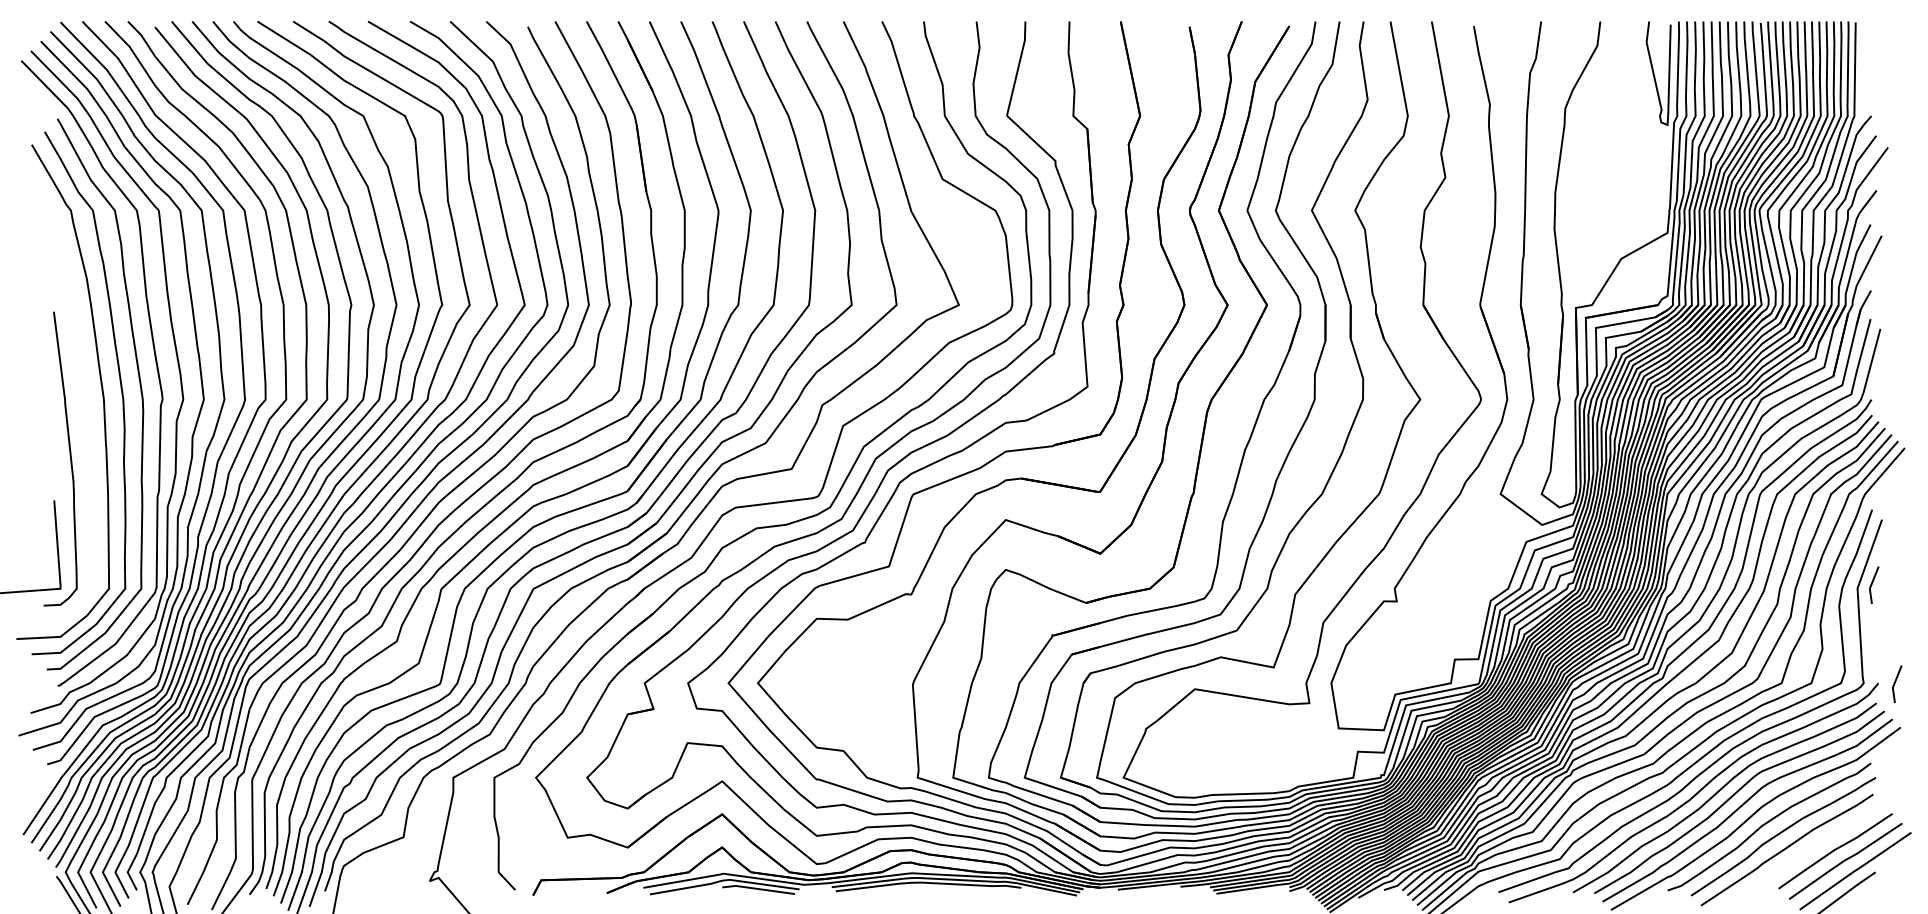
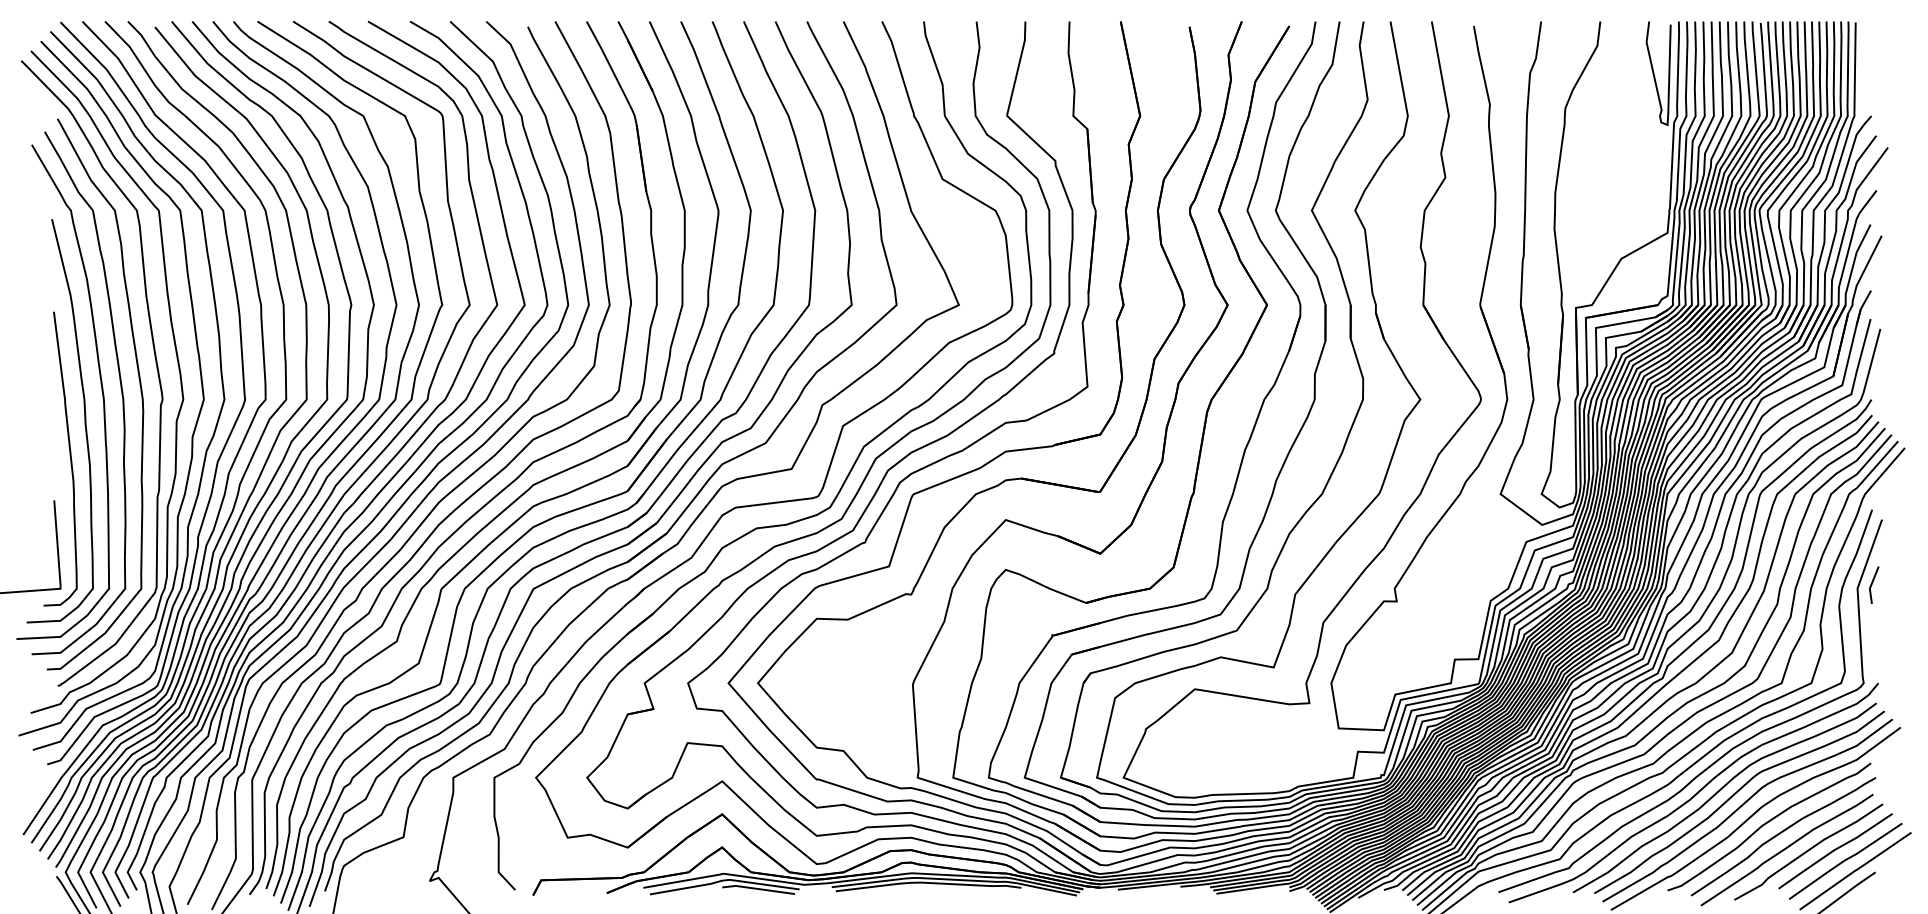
curve at (84, 421): none -> present
line at (1895, 683): present -> none
curve at (1808, 851): none -> present
